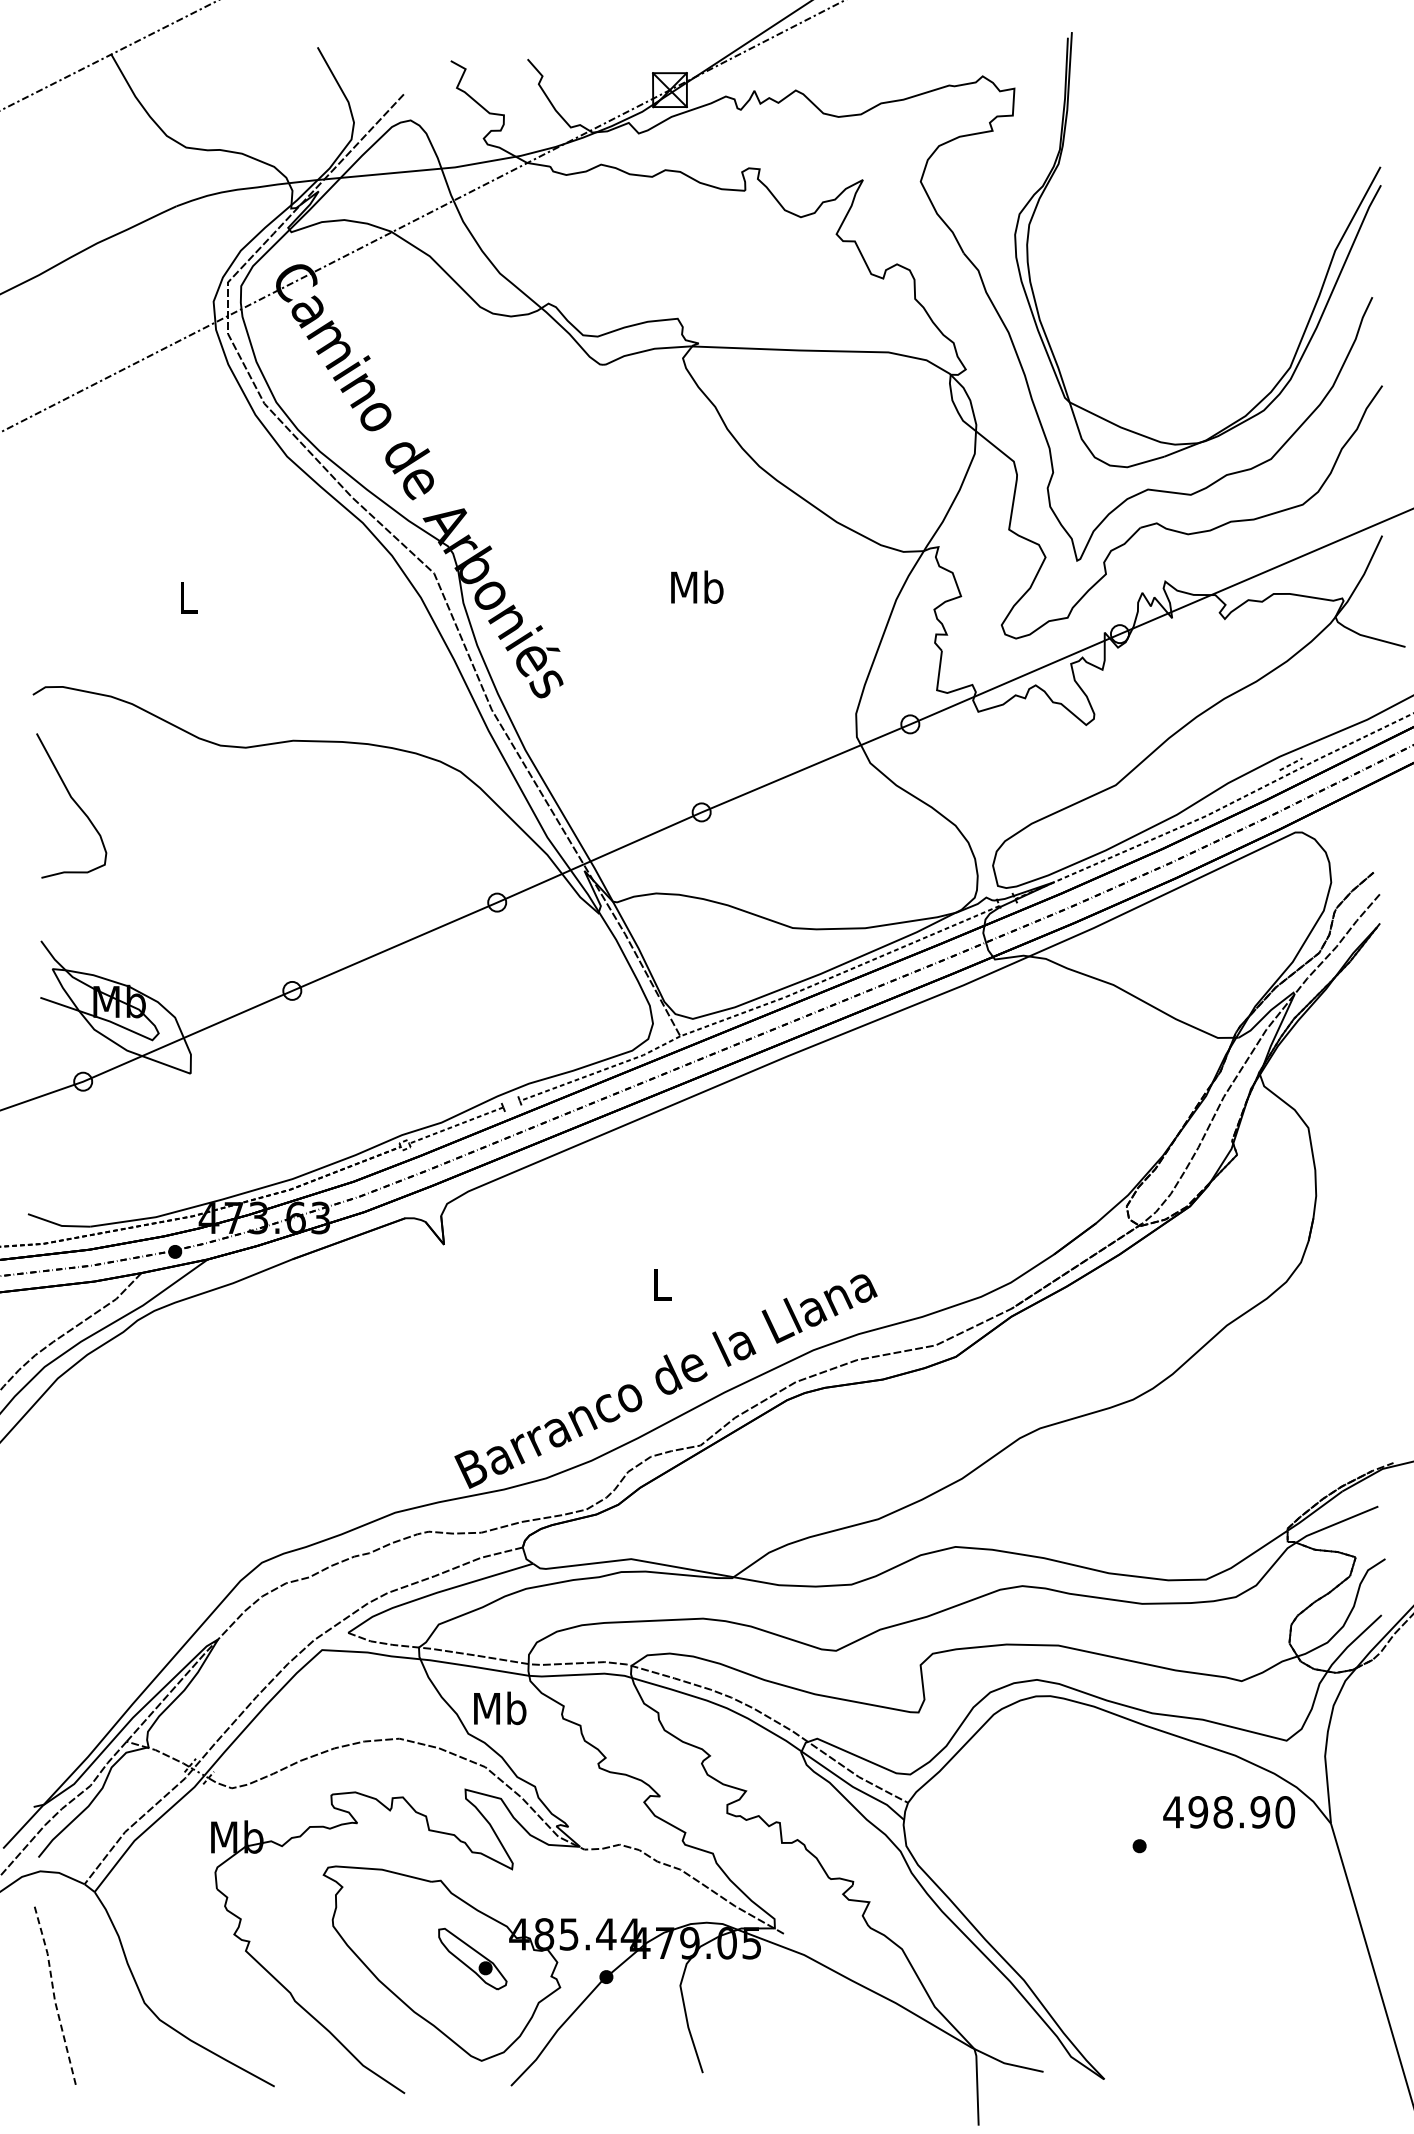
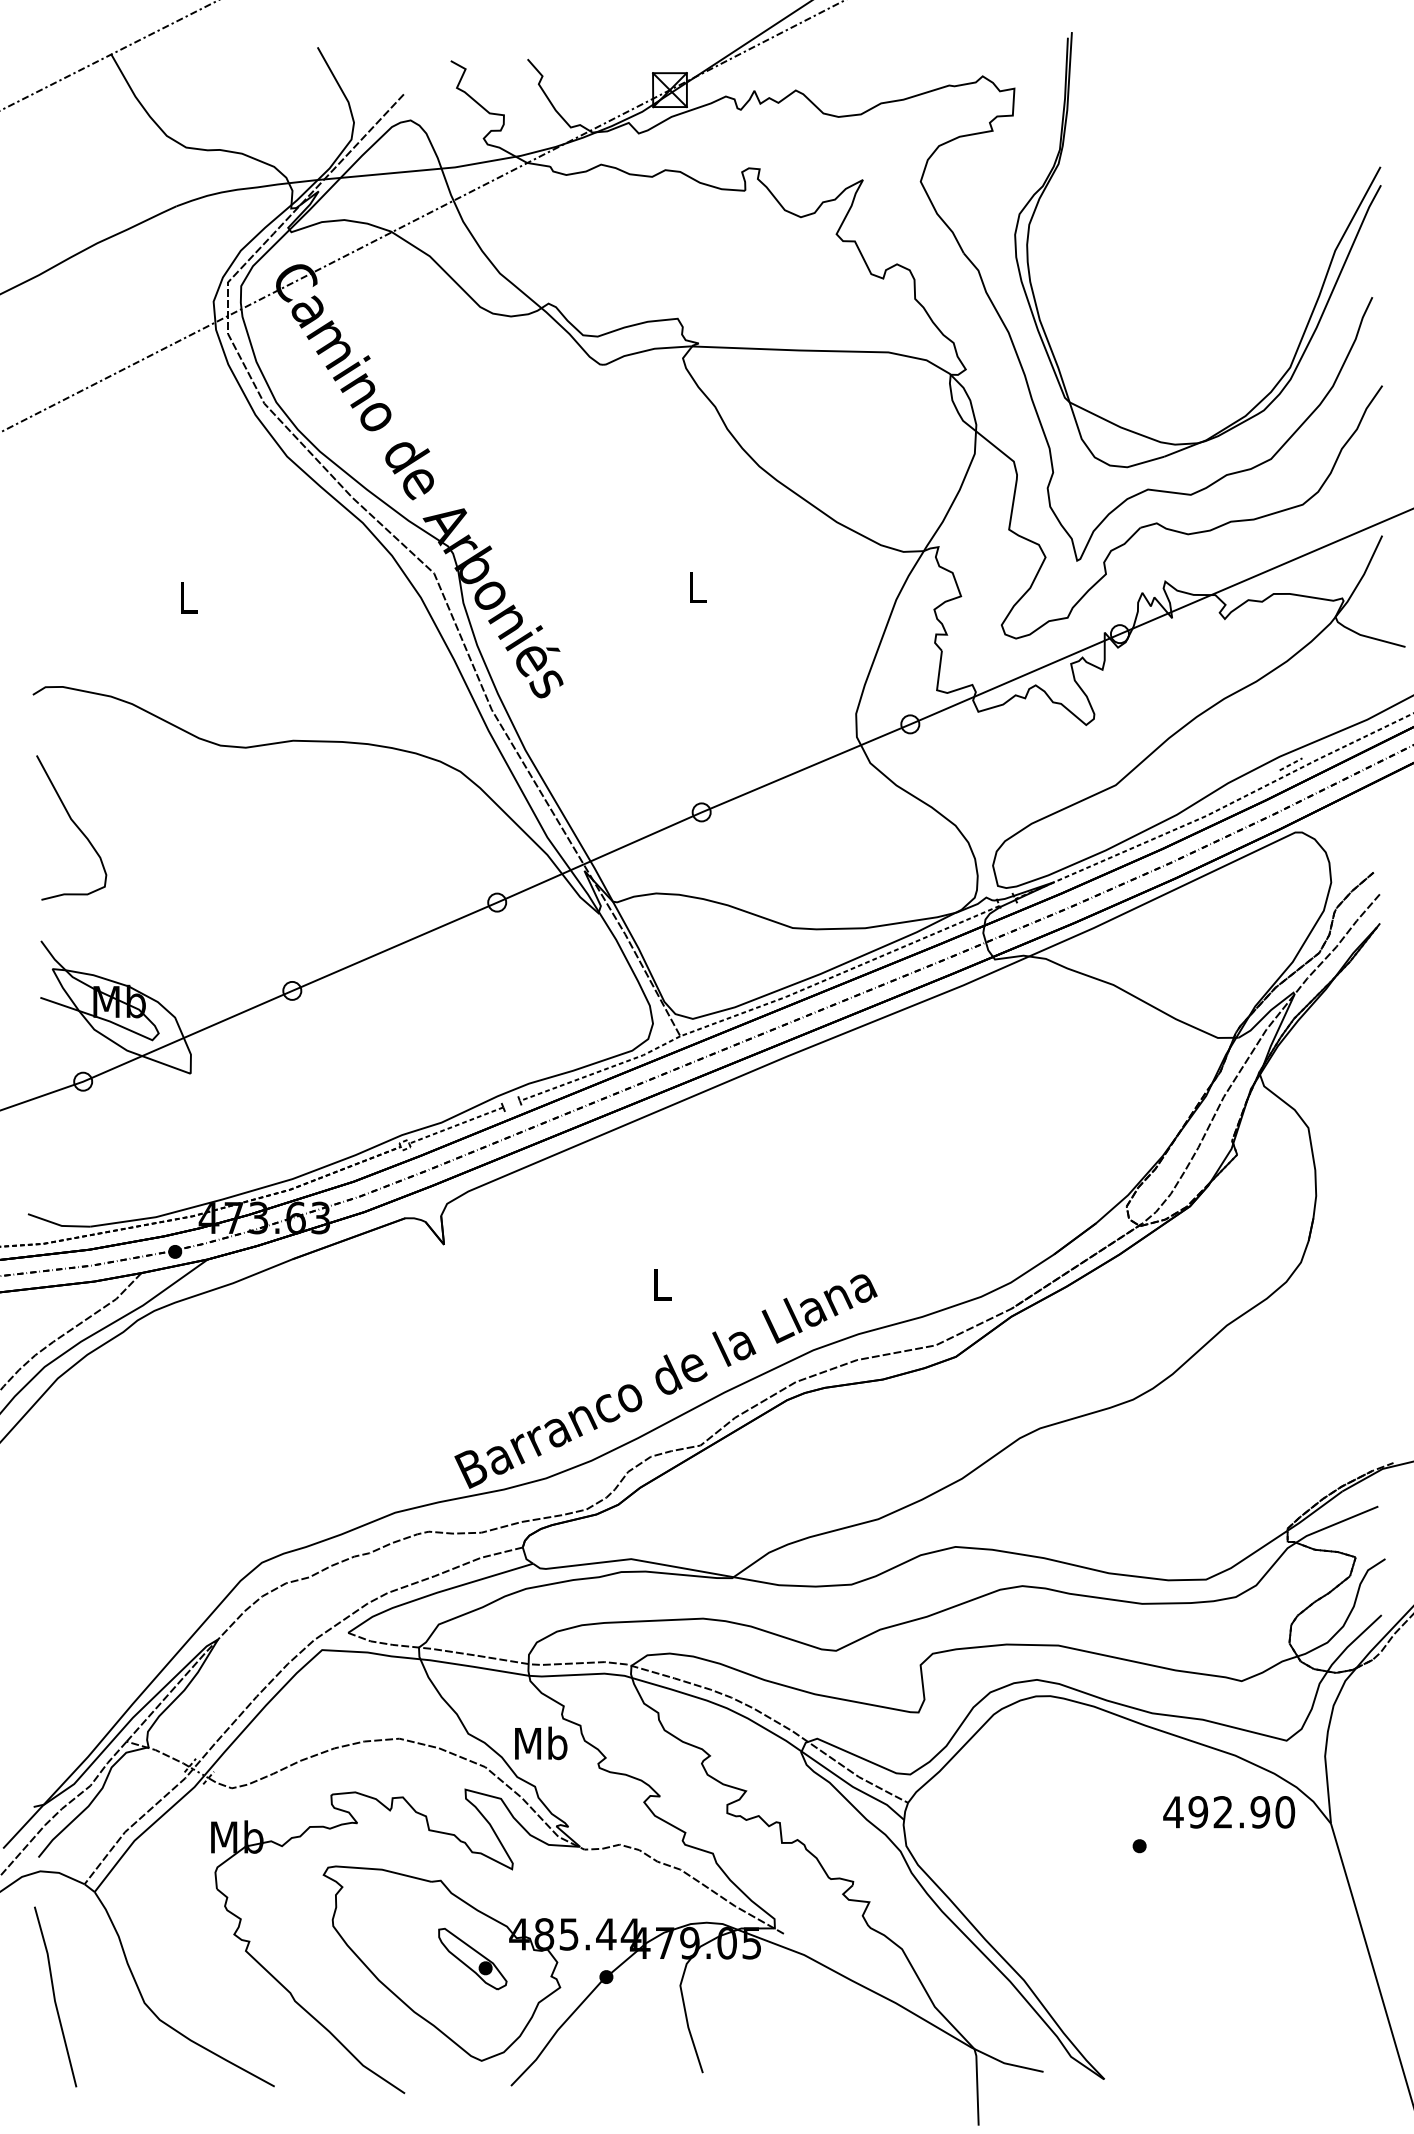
text at (697, 586): Mb -> L
curve at (74, 802) position: (74, 802) -> (74, 824)
text at (500, 1708) position: (500, 1708) -> (541, 1743)
text at (1222, 1812): 498.90 -> 492.90
line at (54, 1997): dashed -> solid
